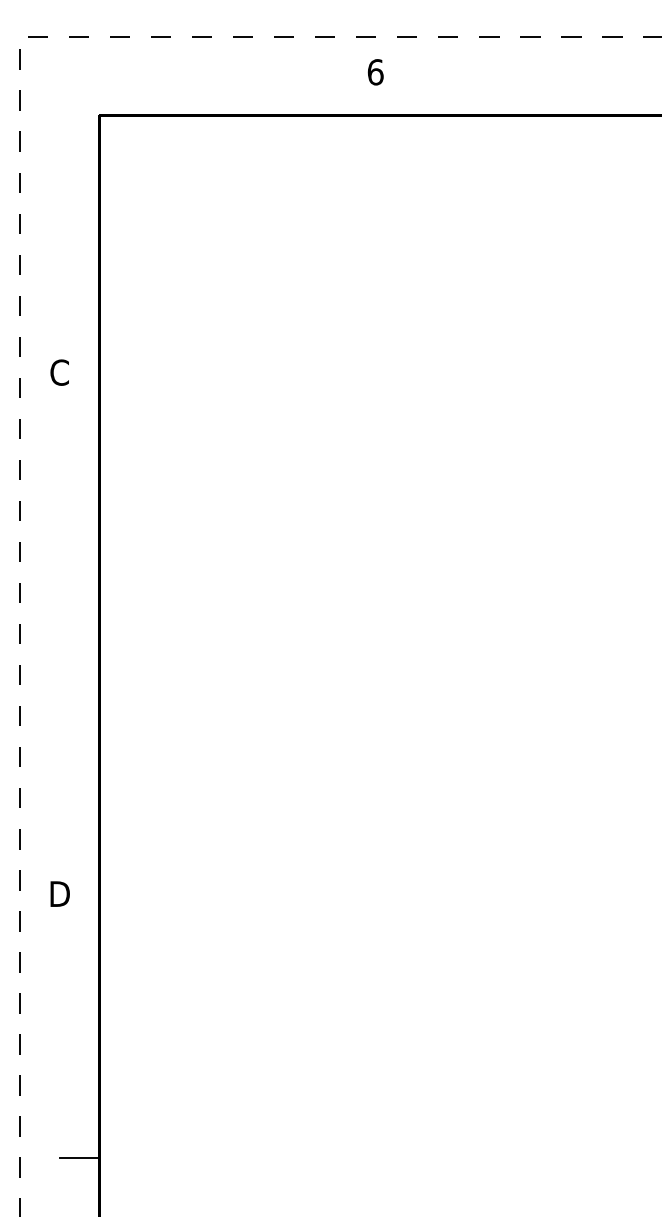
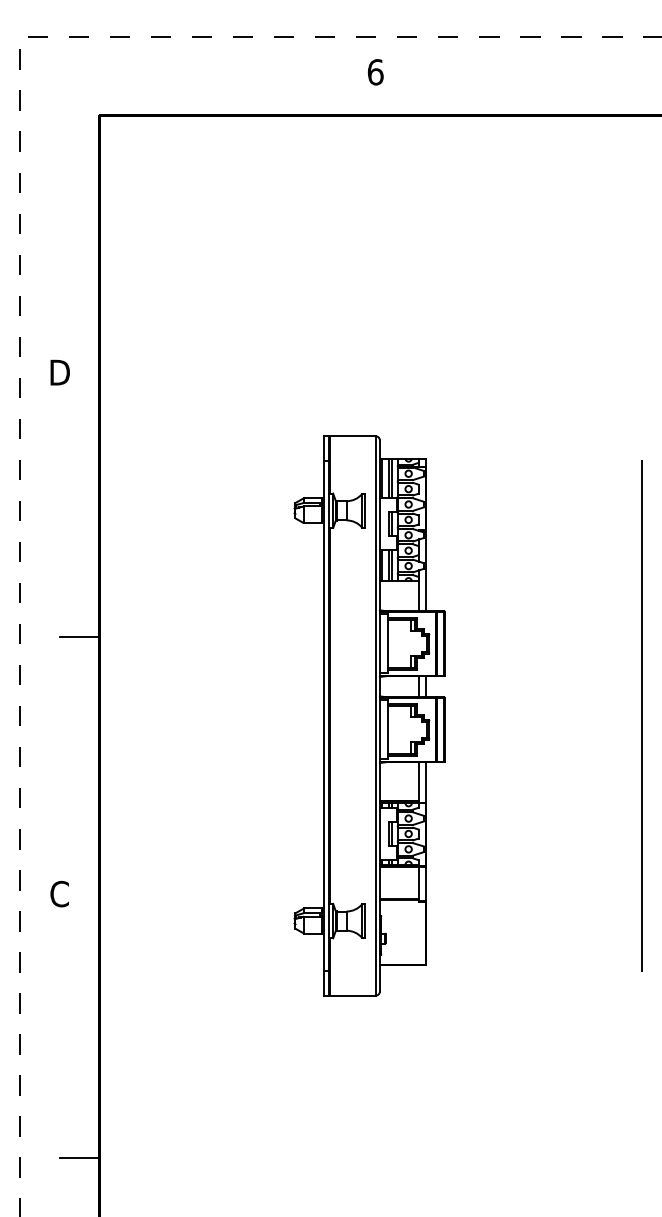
text at (59, 372): C -> D
line at (79, 636): none -> present
part at (369, 715): none -> present
line at (641, 715): none -> present
text at (59, 893): D -> C
